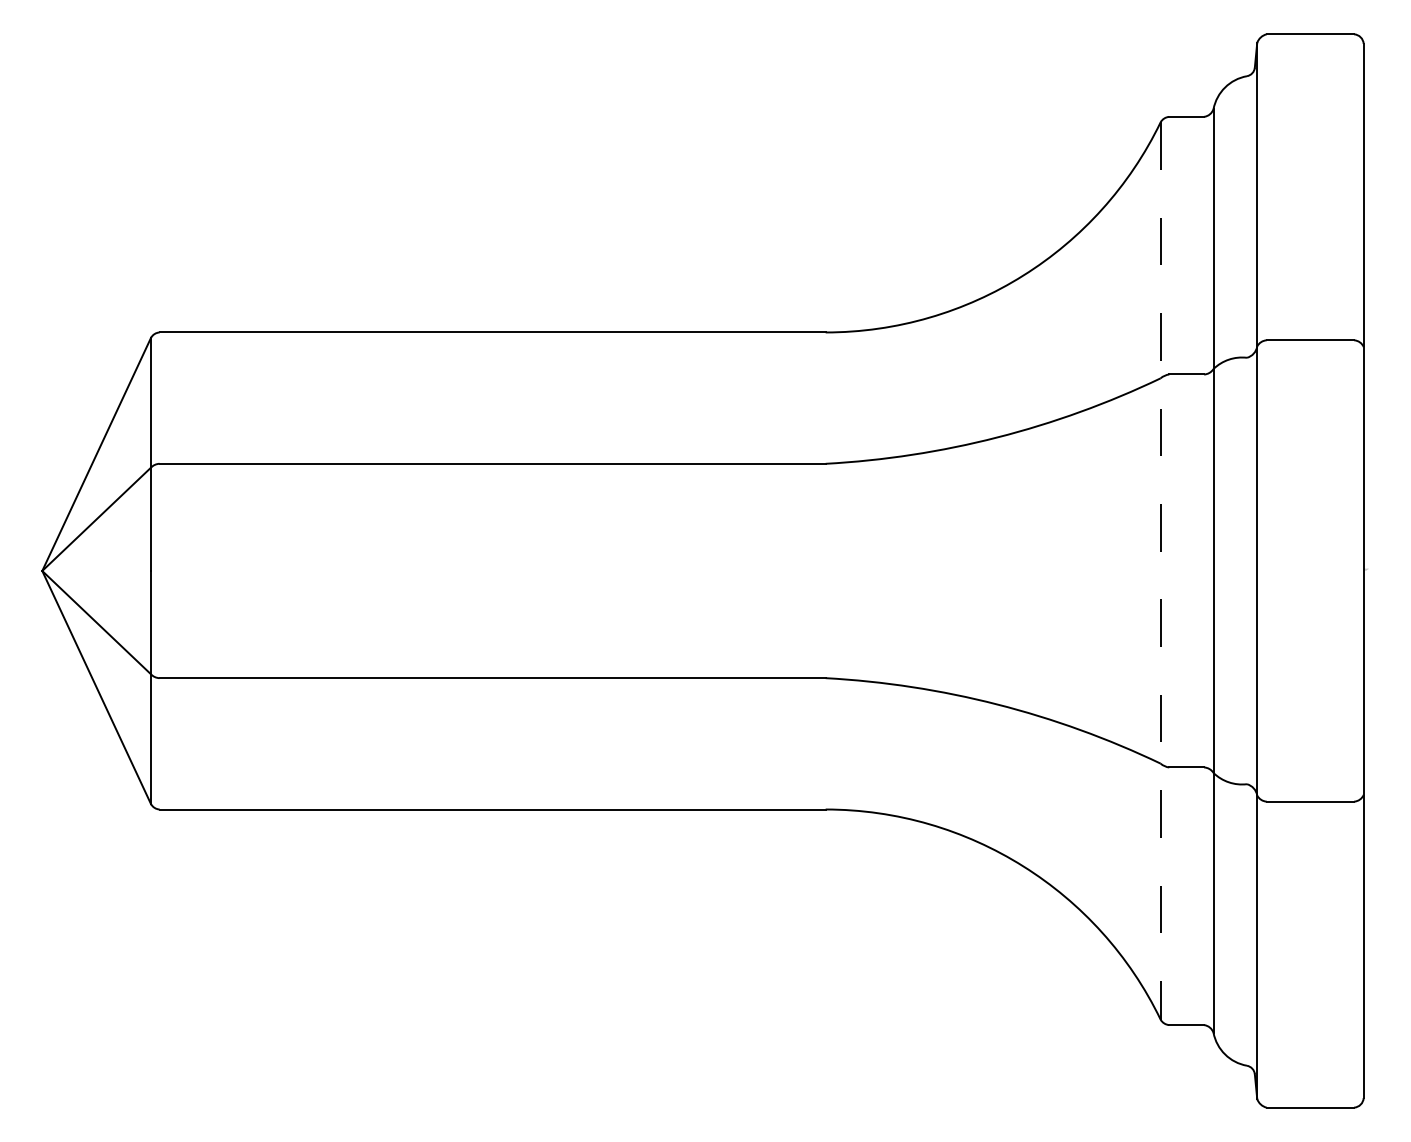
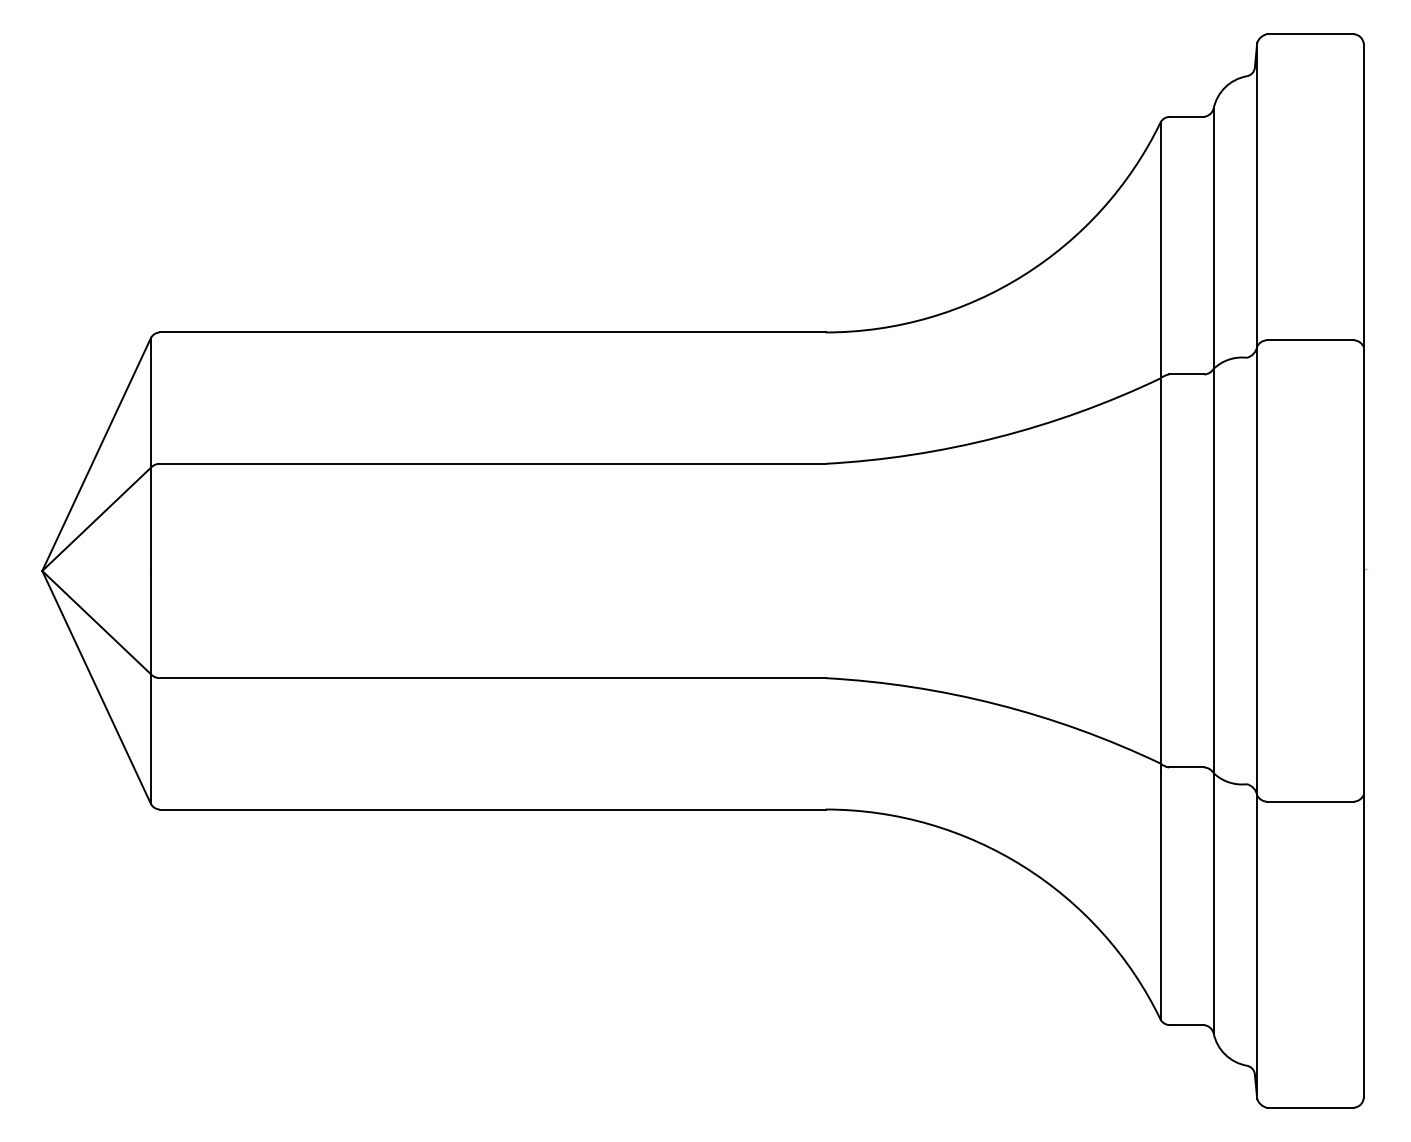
line at (1160, 570): dashed -> solid
